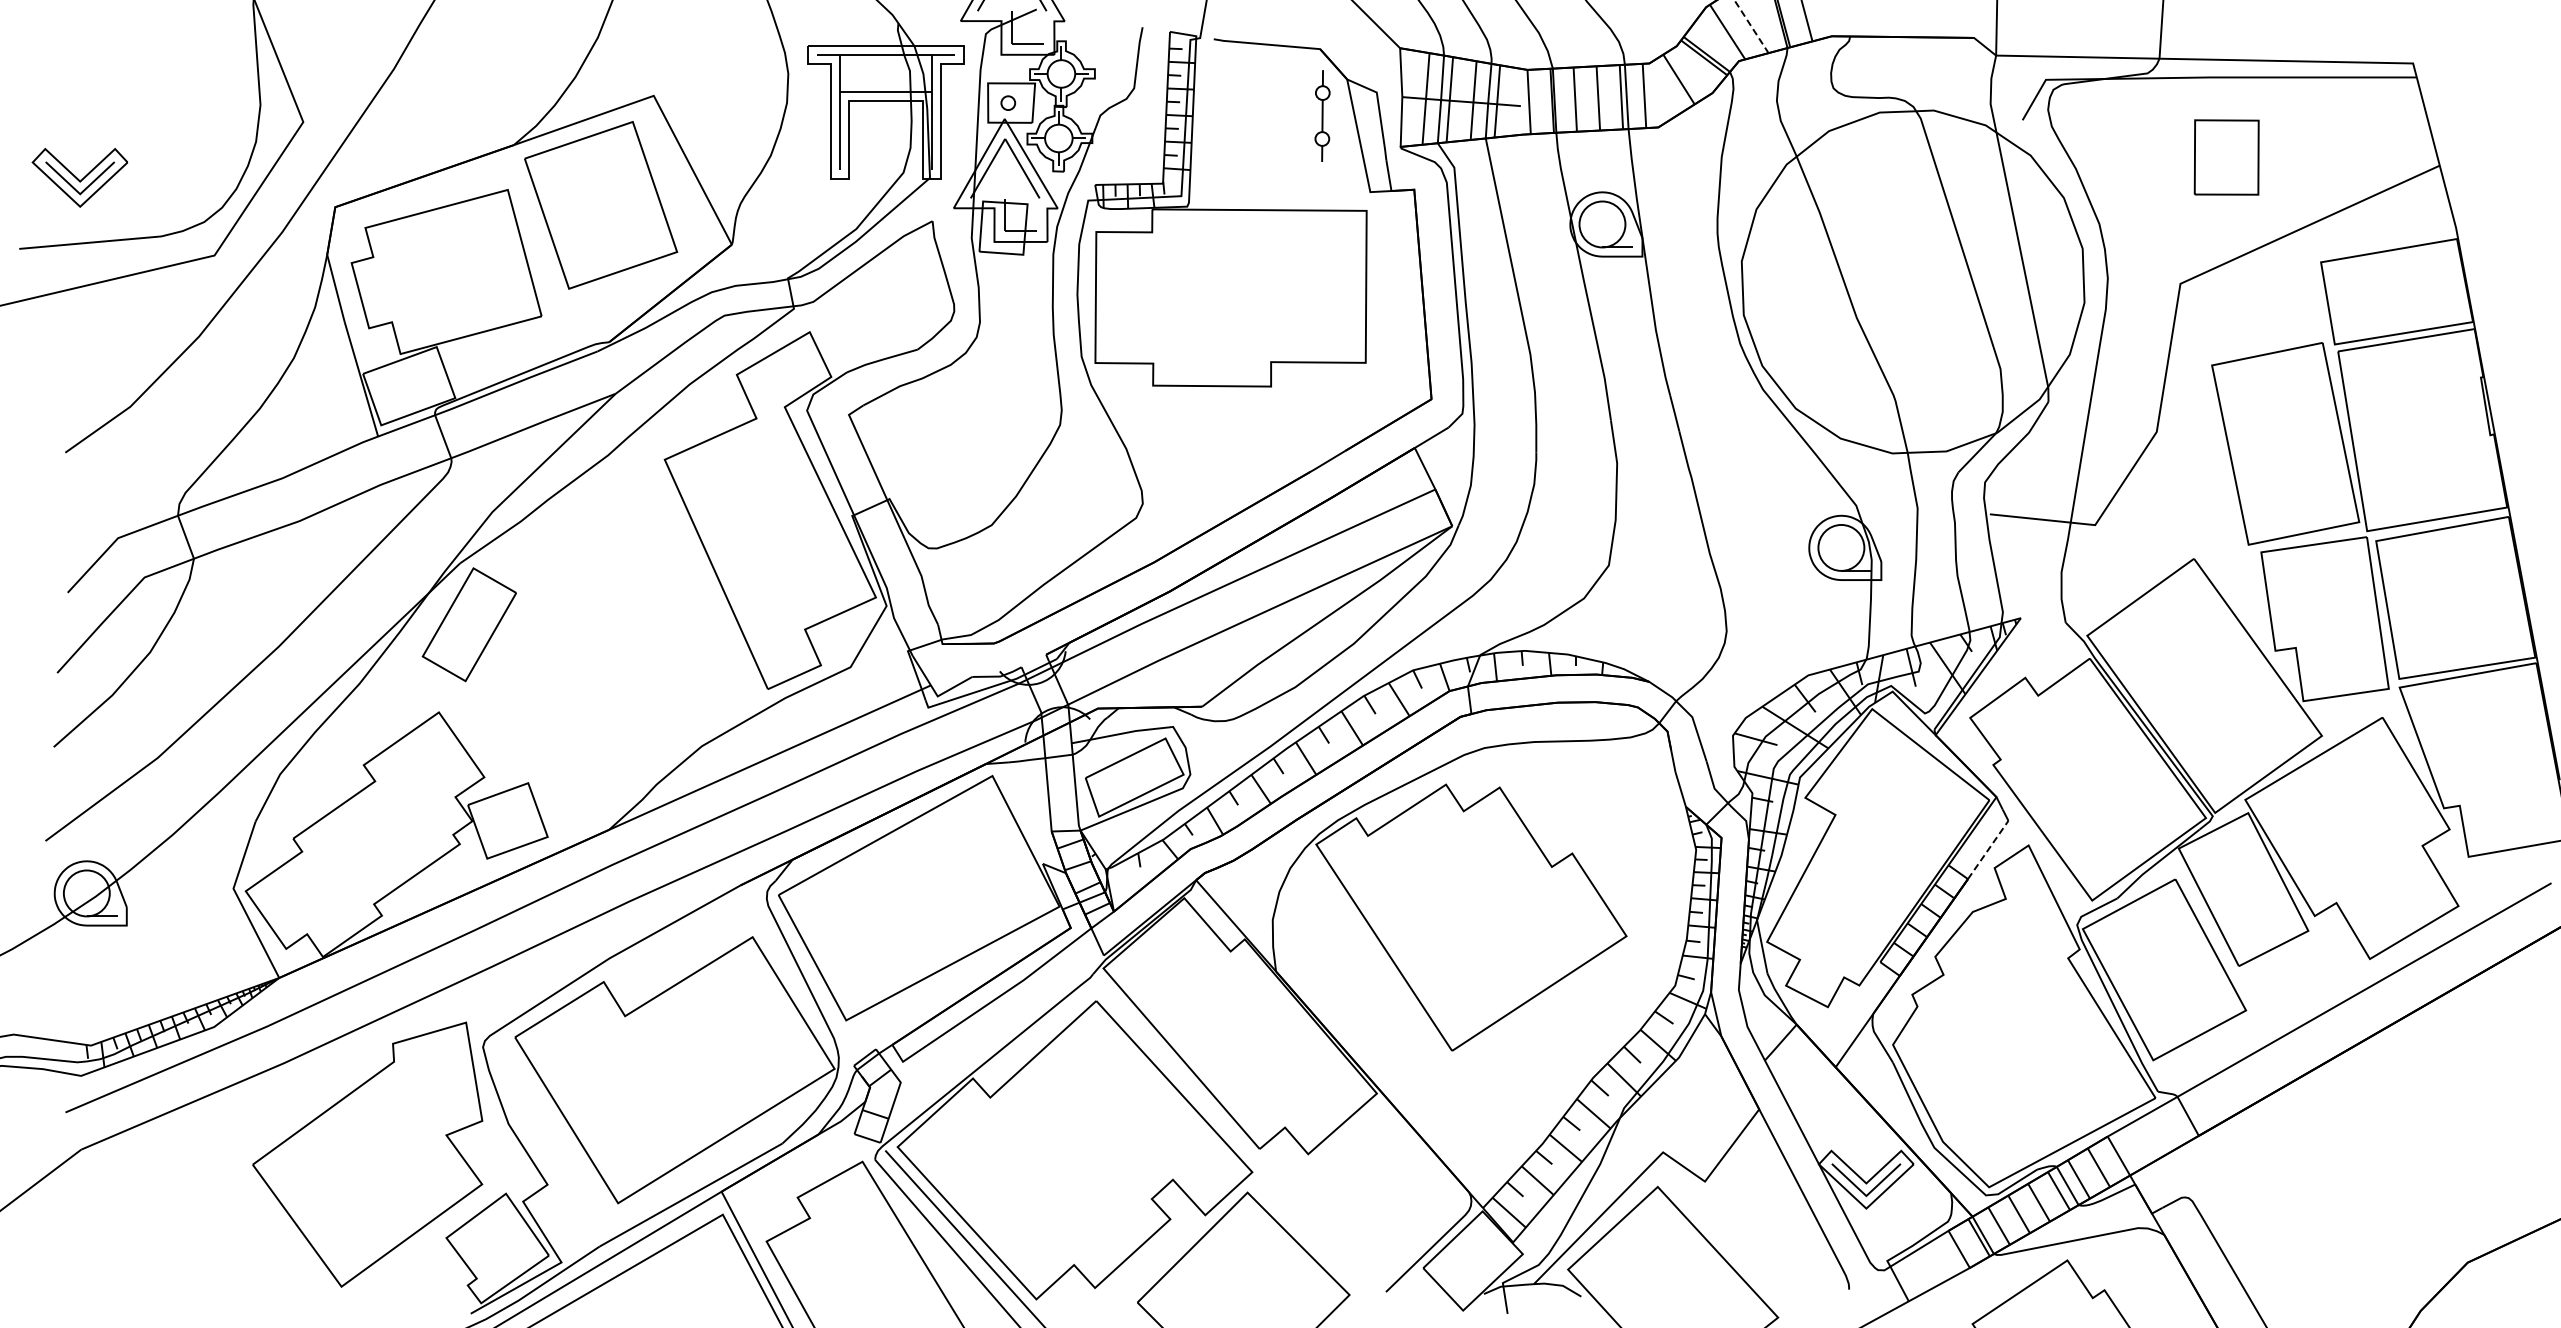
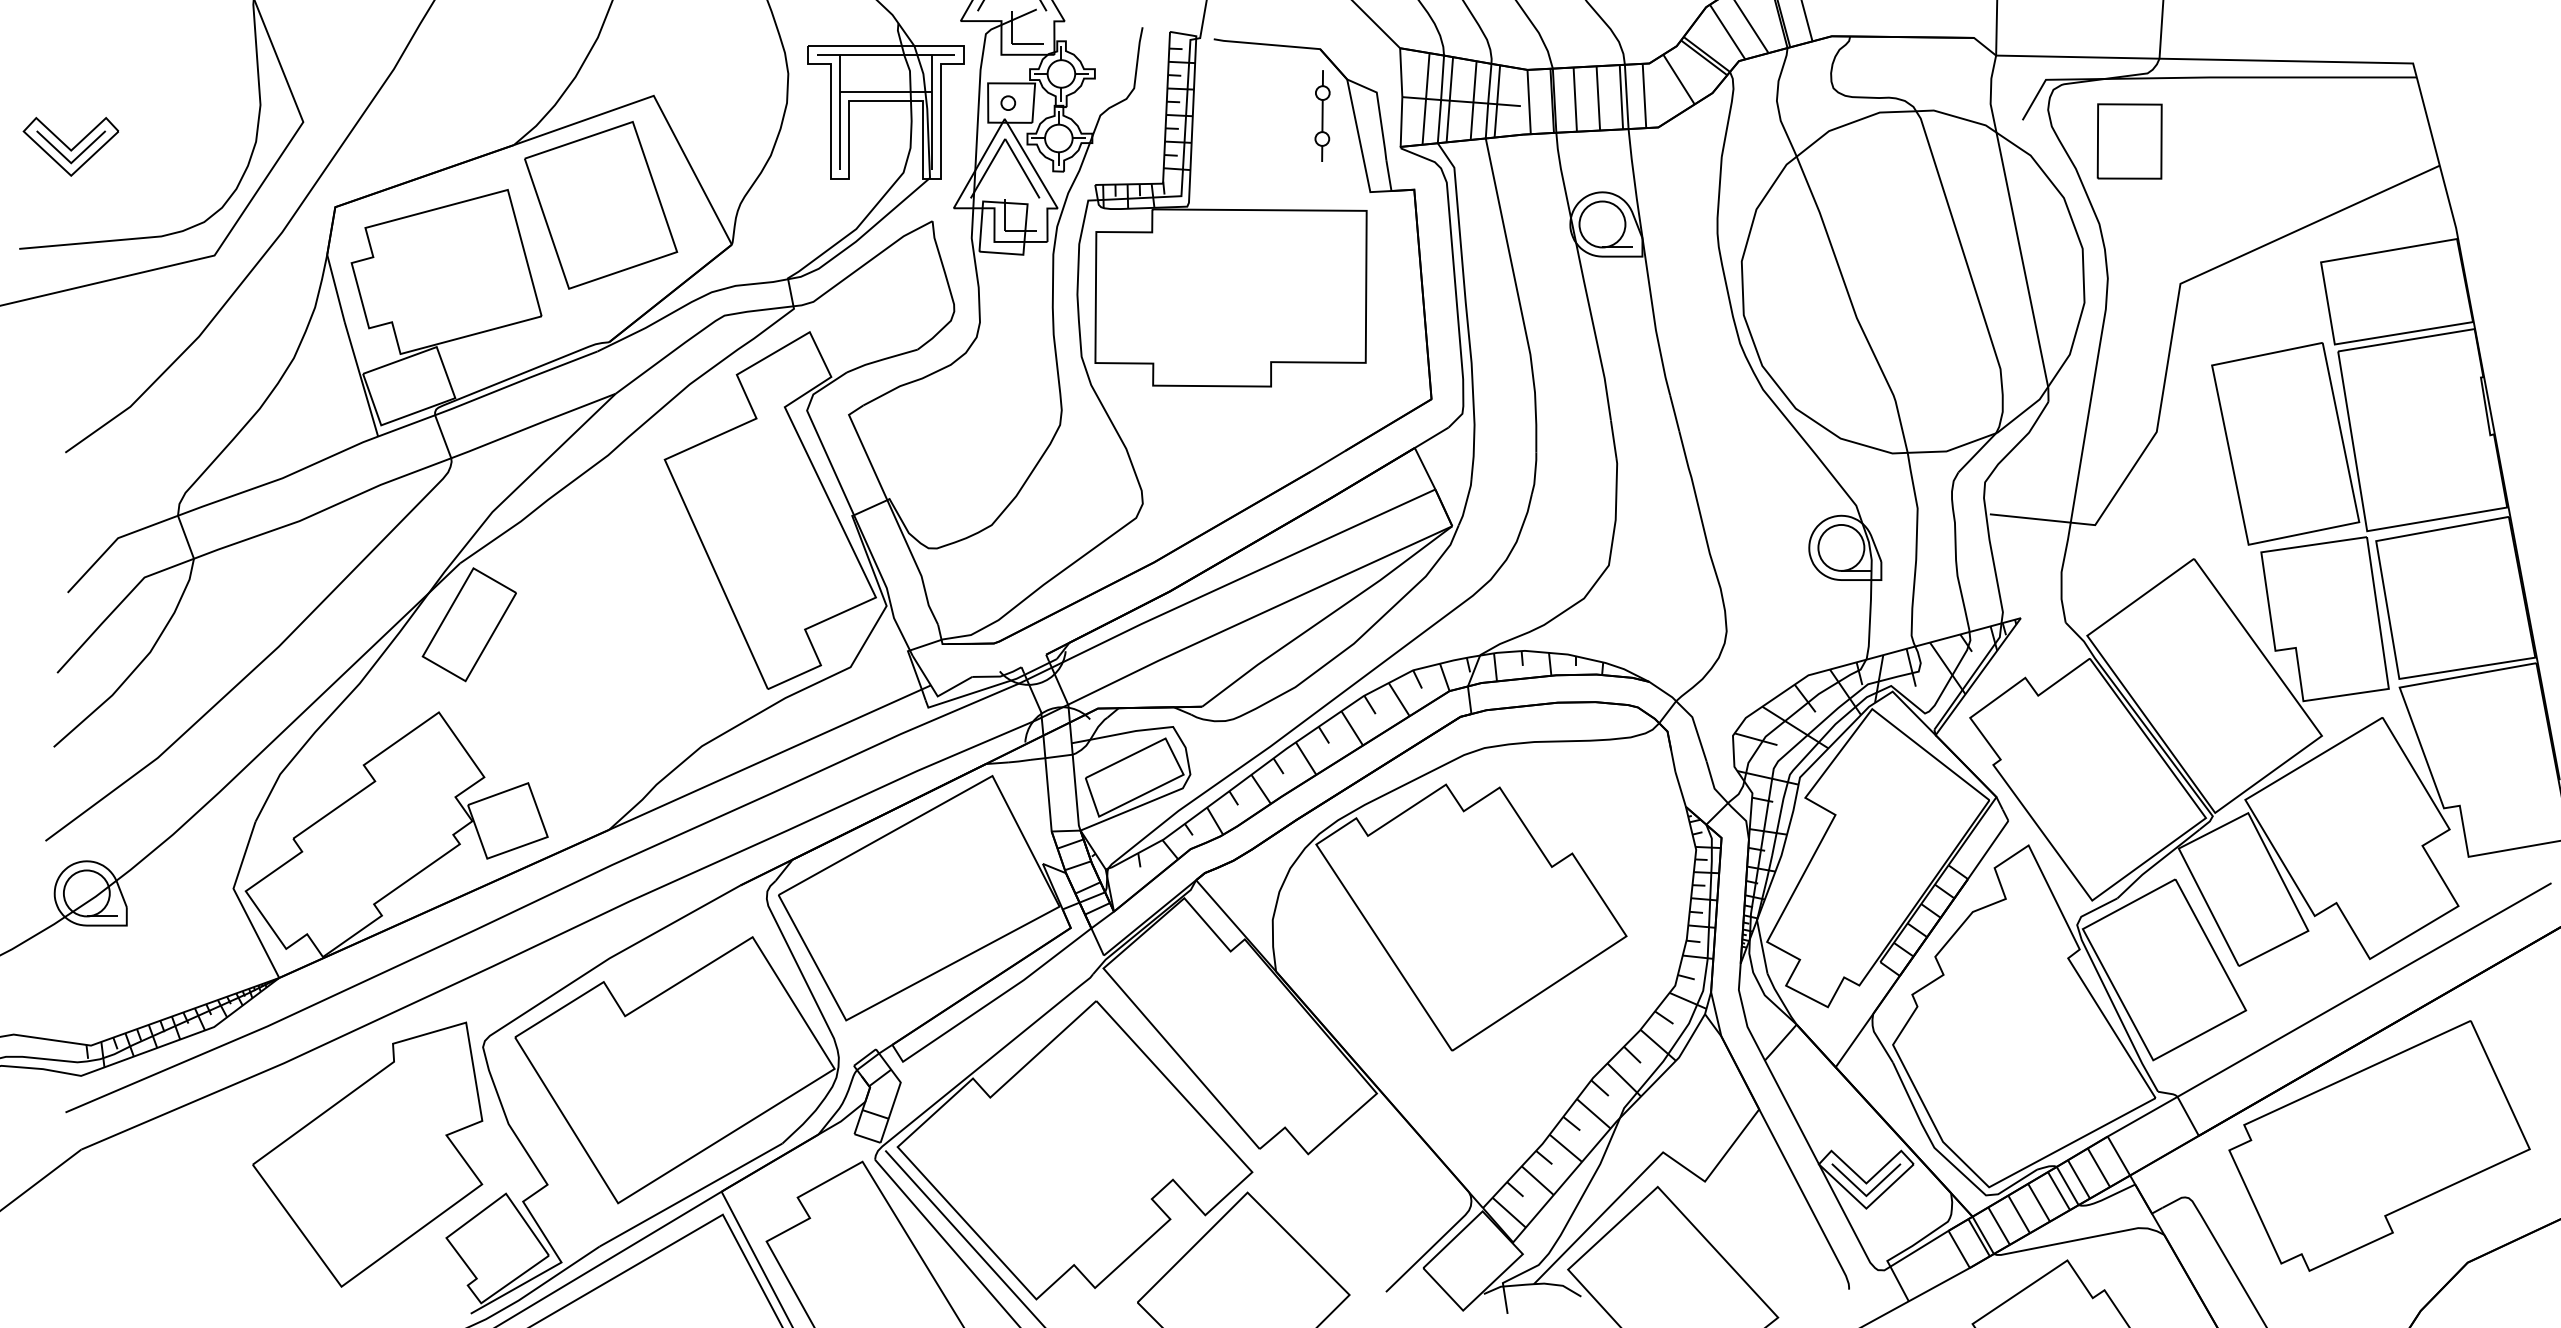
line at (1751, 27): dashed -> solid
part at (2226, 157) position: (2226, 157) -> (2129, 141)
part at (79, 177) position: (79, 177) -> (70, 146)
line at (1988, 849): dashed -> solid
part at (2379, 1145): none -> present
